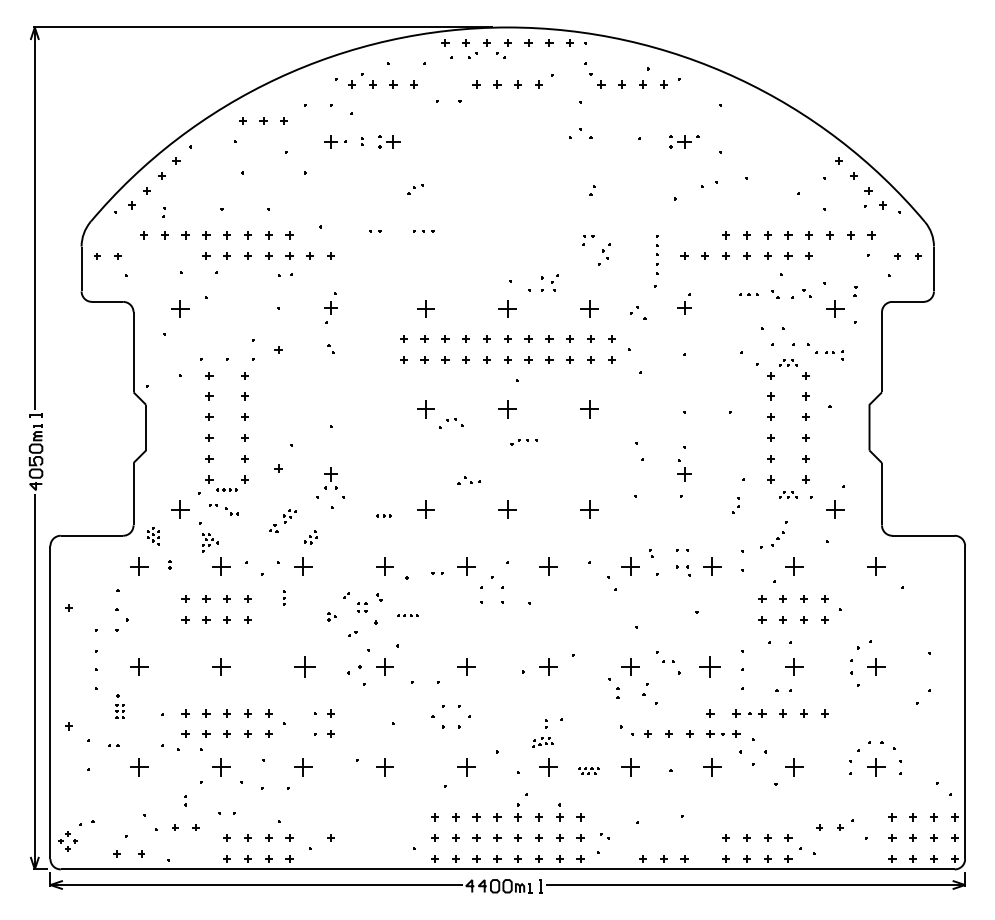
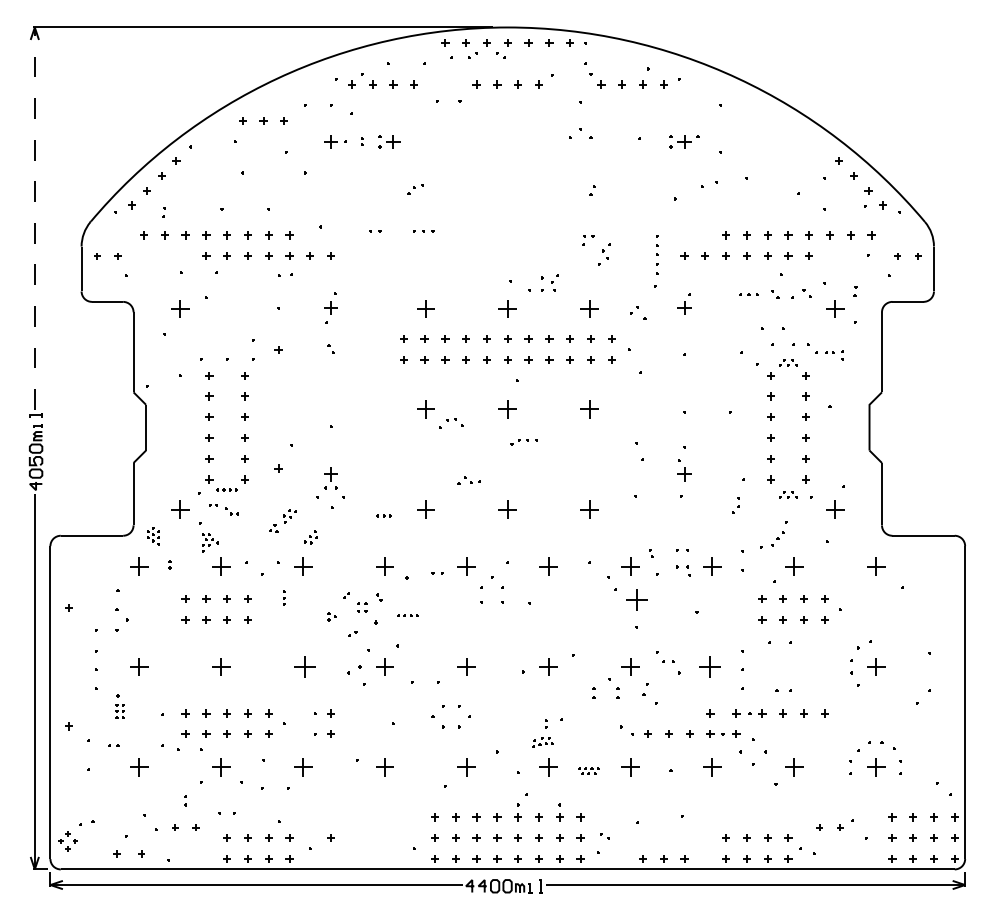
line at (34, 218): solid -> dashed
part at (636, 599): none -> present
part at (794, 666): present -> none
part at (593, 692): none -> present
